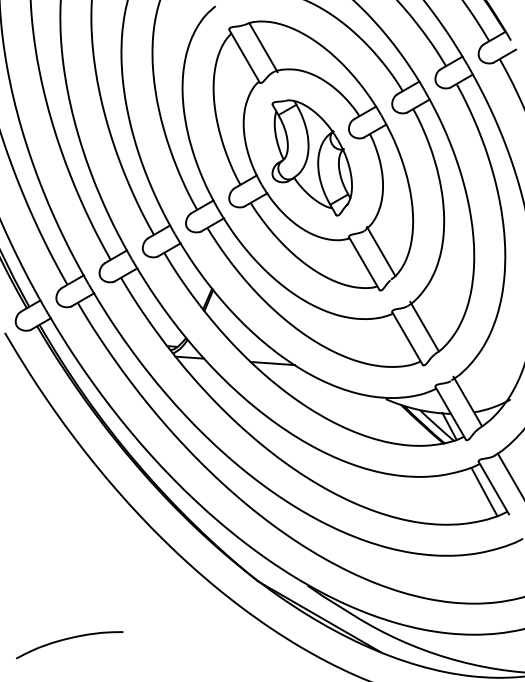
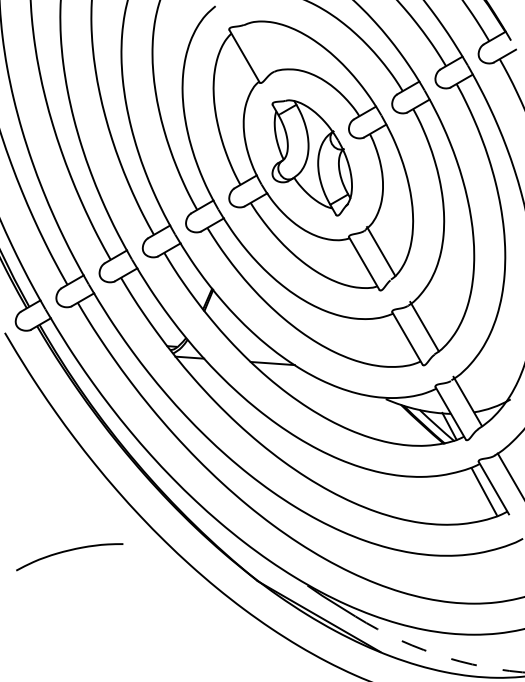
line at (263, 47): present -> none
curve at (69, 639) position: (69, 639) -> (69, 551)
arc at (436, 654): solid -> dashed
